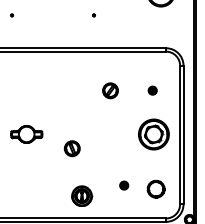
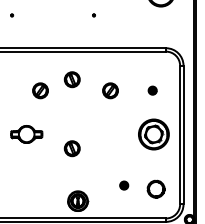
part at (71, 79): none -> present
part at (40, 90): none -> present
part at (82, 195) position: (82, 195) -> (78, 200)
